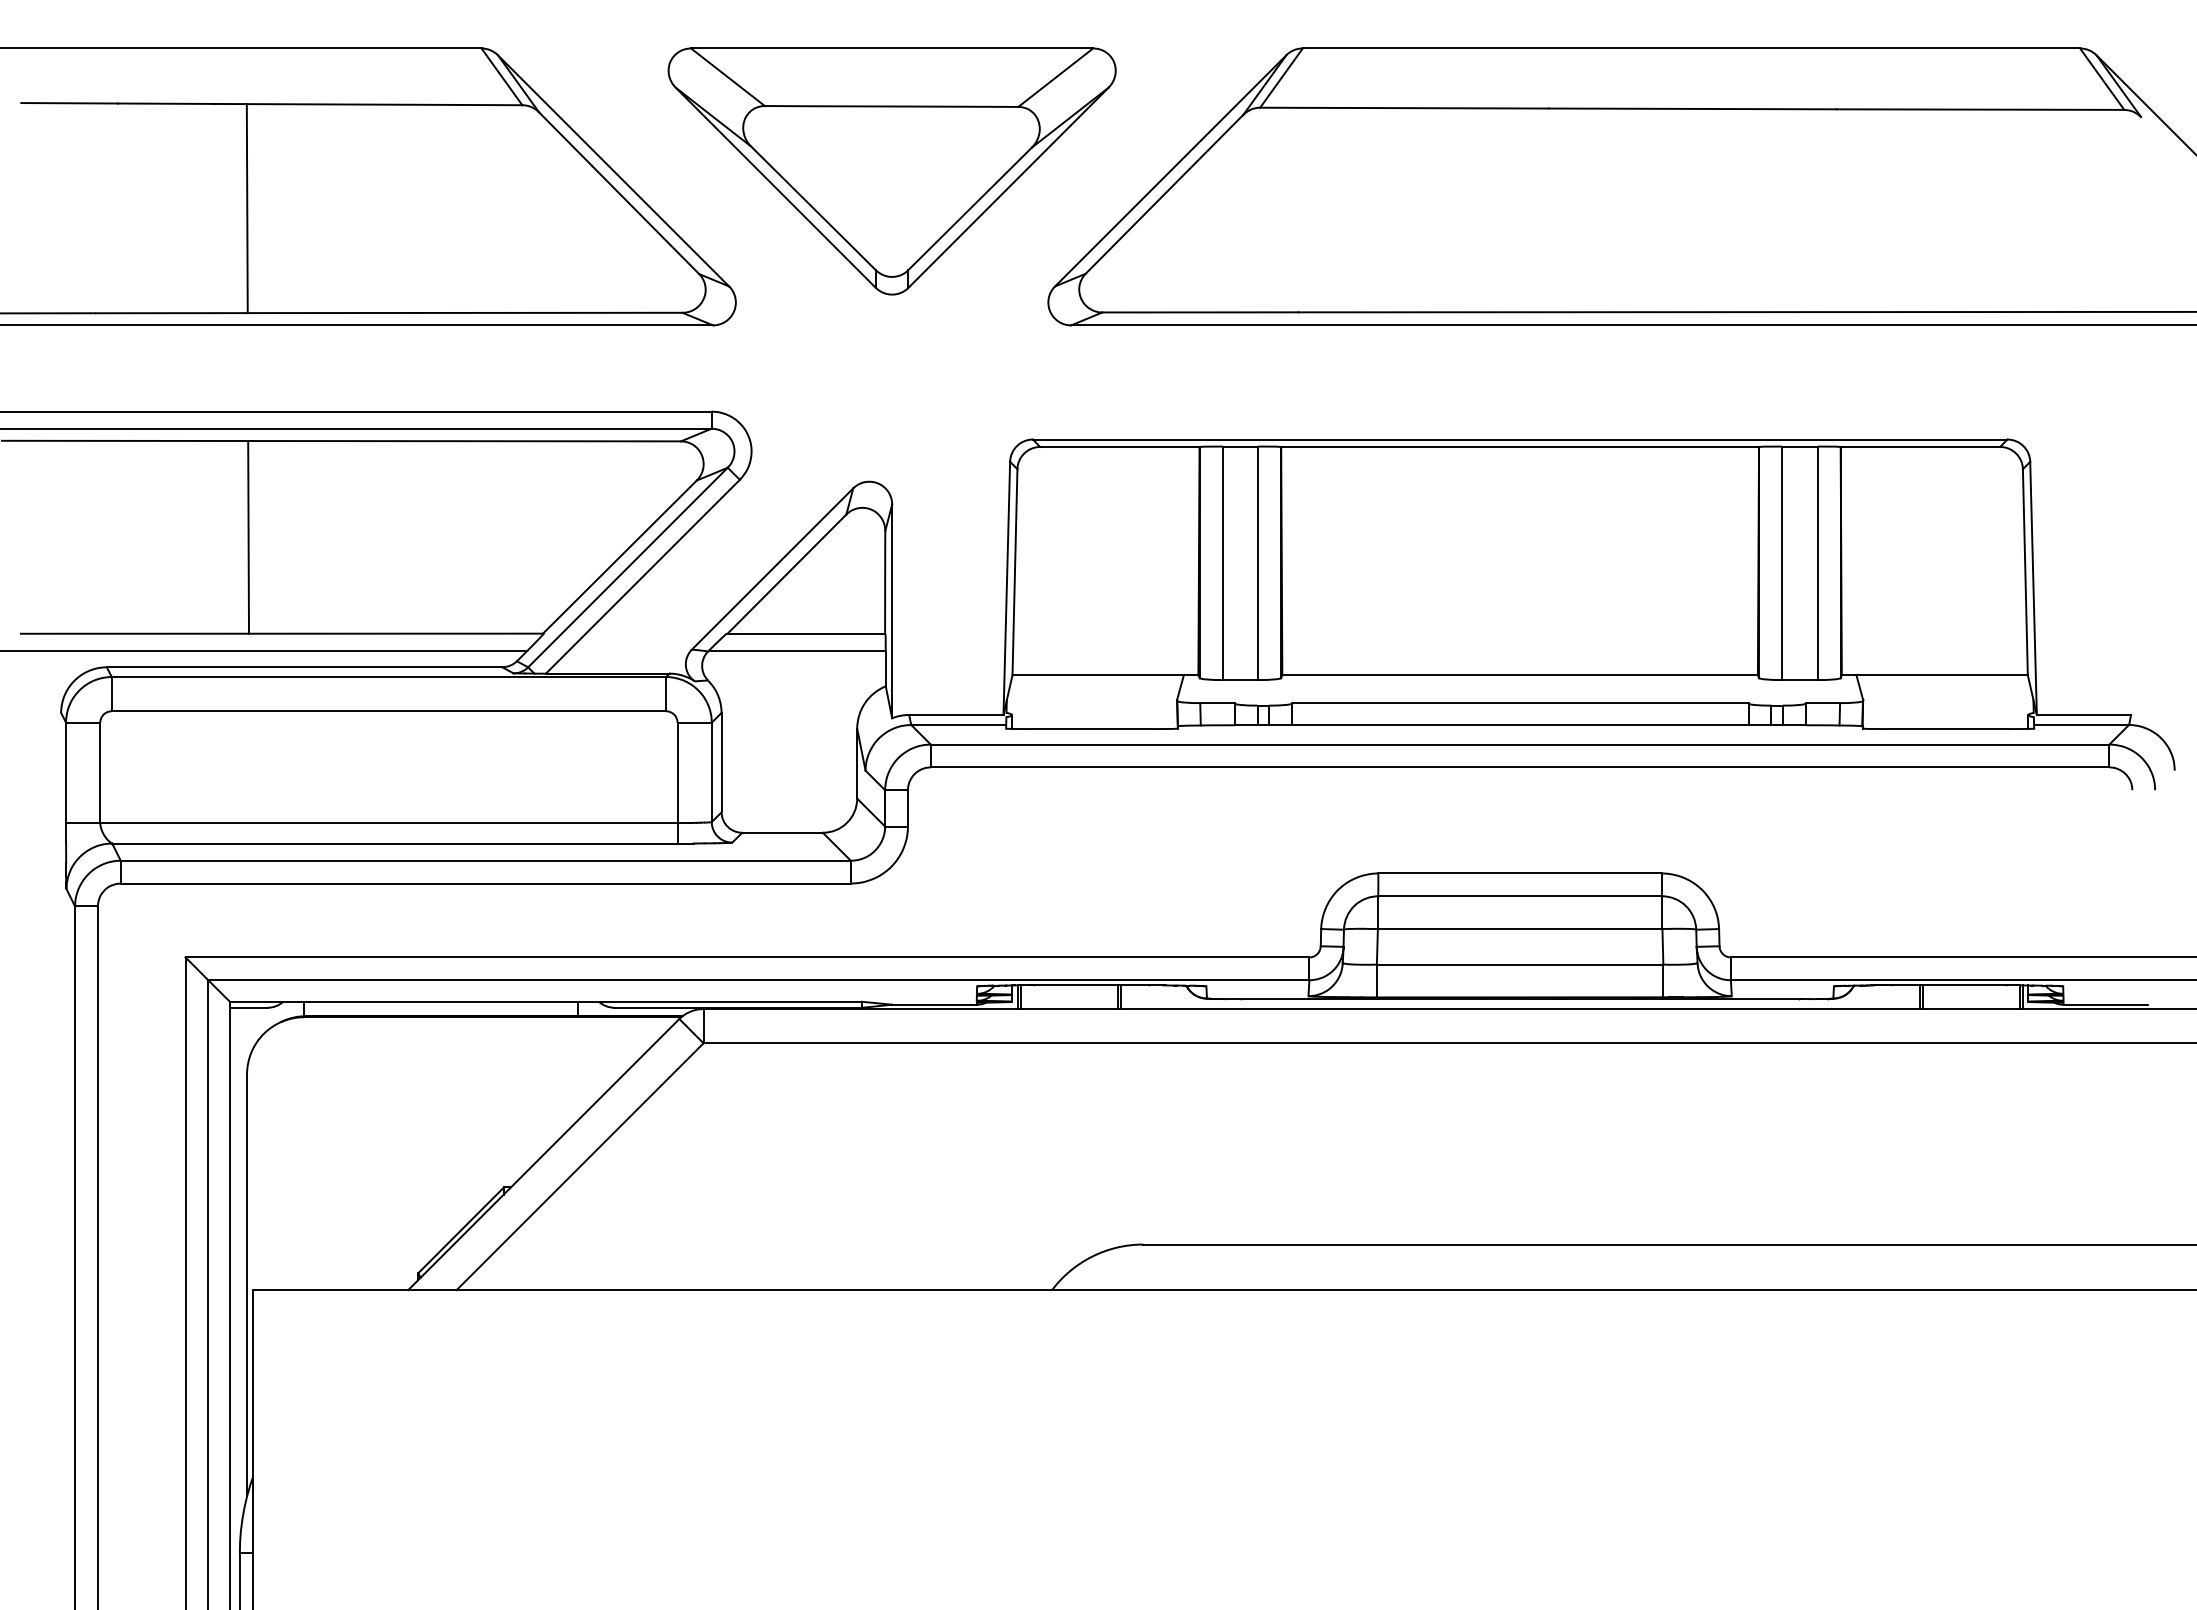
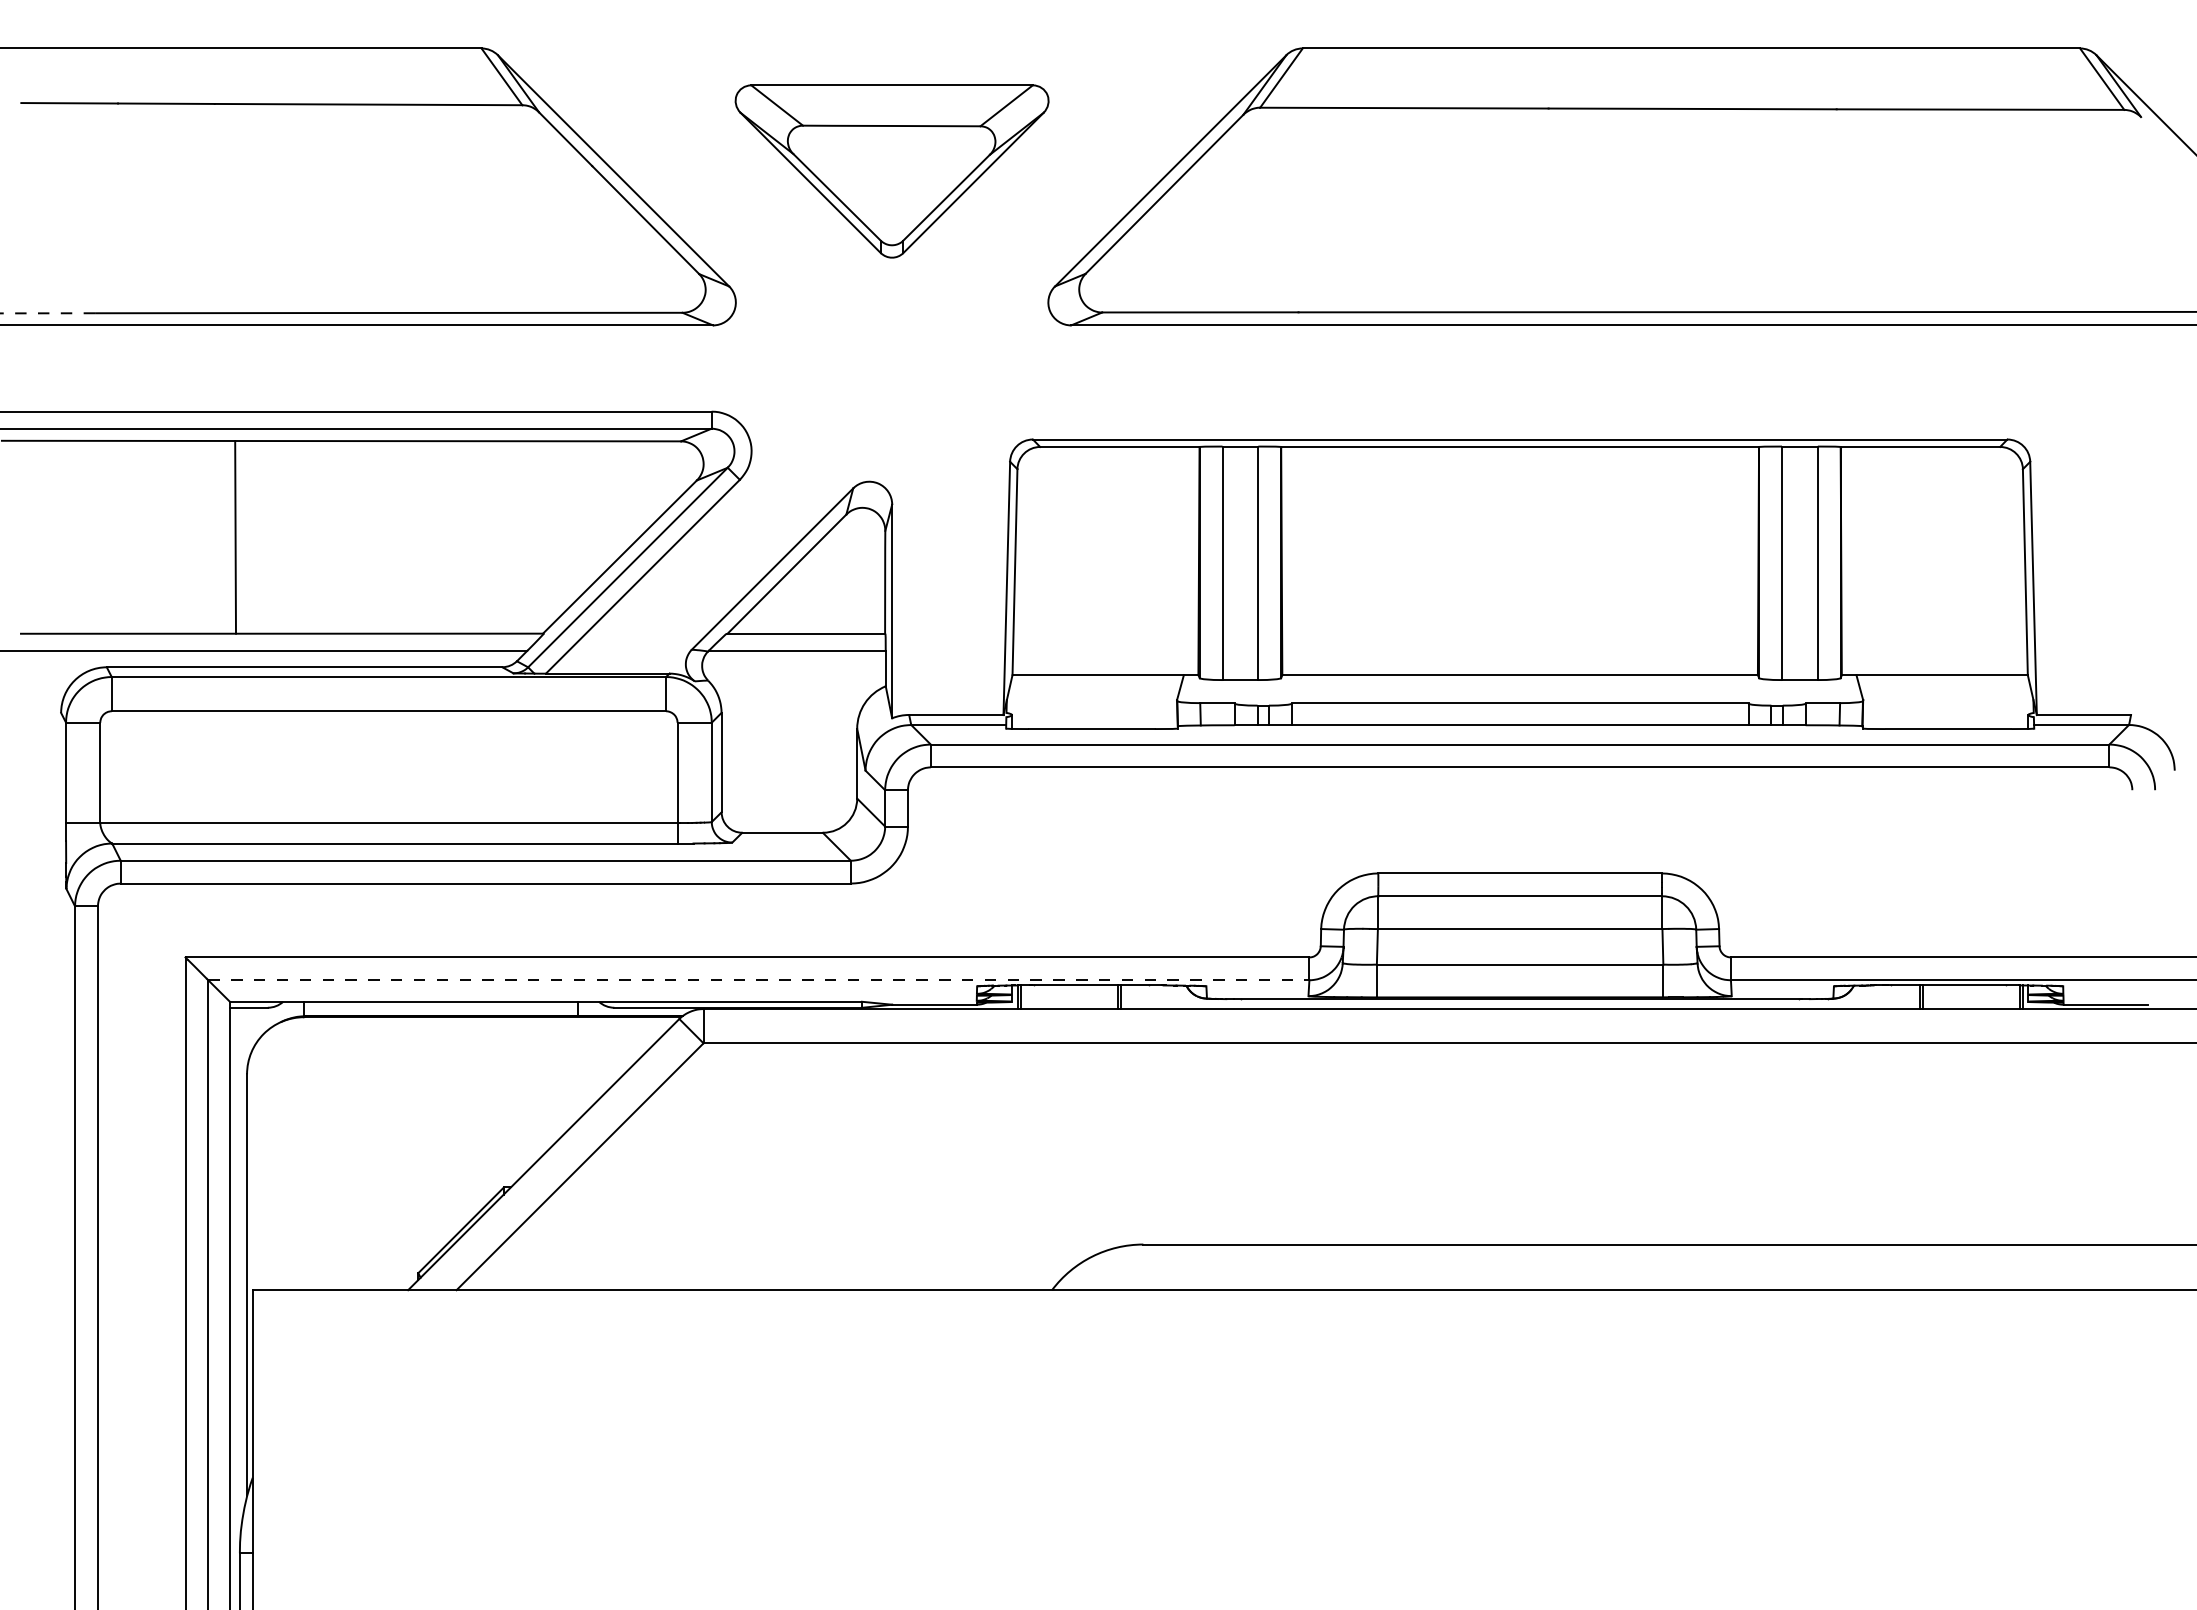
part at (891, 171) size: 450x249 px -> 316x175 px
line at (246, 208): present -> none
line at (47, 313): solid -> dashed
line at (248, 537) position: (248, 537) -> (235, 537)
line at (758, 980): solid -> dashed
